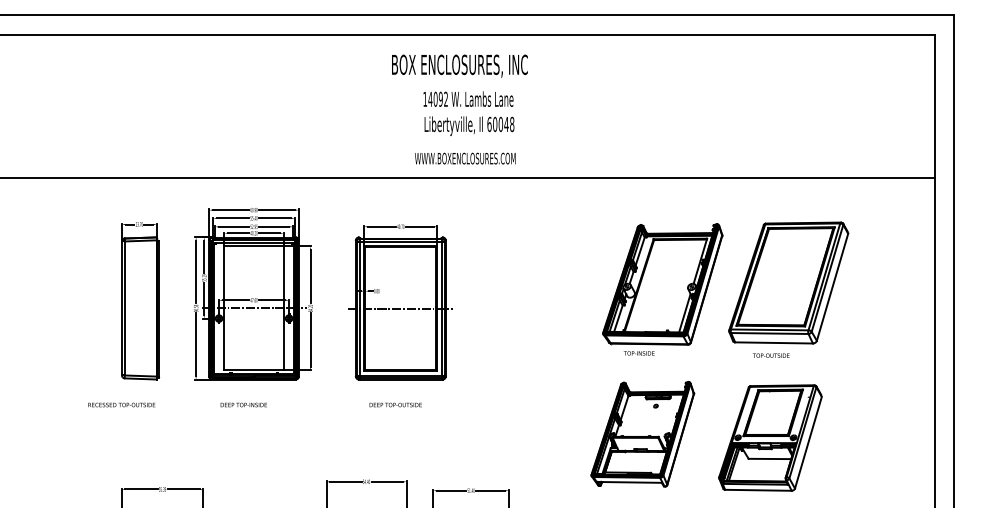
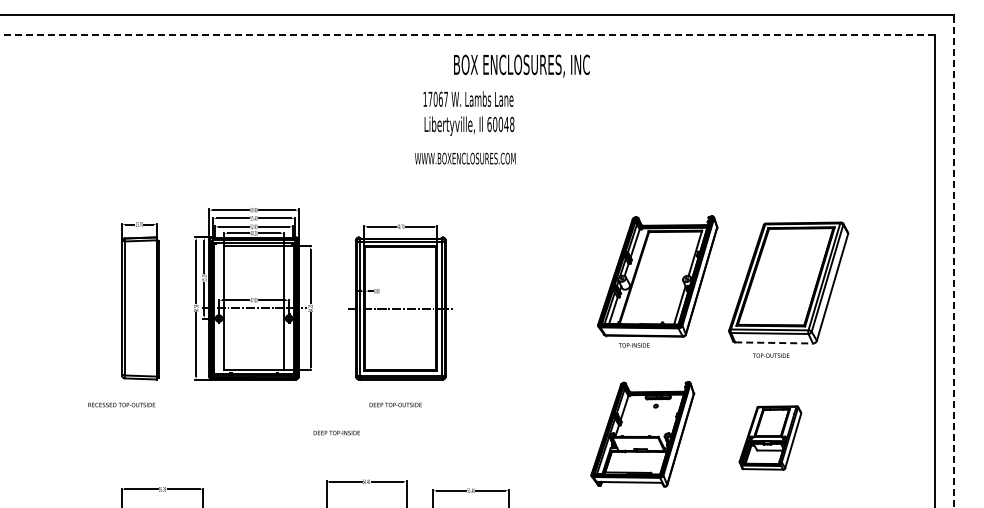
line at (467, 35): solid -> dashed
text at (459, 65) position: (459, 65) -> (521, 65)
text at (437, 98): 14092 -> 17067
line at (468, 178): present -> none
line at (954, 261): solid -> dashed
part at (662, 289) position: (662, 289) -> (657, 281)
line at (774, 342): solid -> dashed
text at (243, 404) position: (243, 404) -> (336, 432)
part at (770, 437) size: 105x108 px -> 65x66 px
